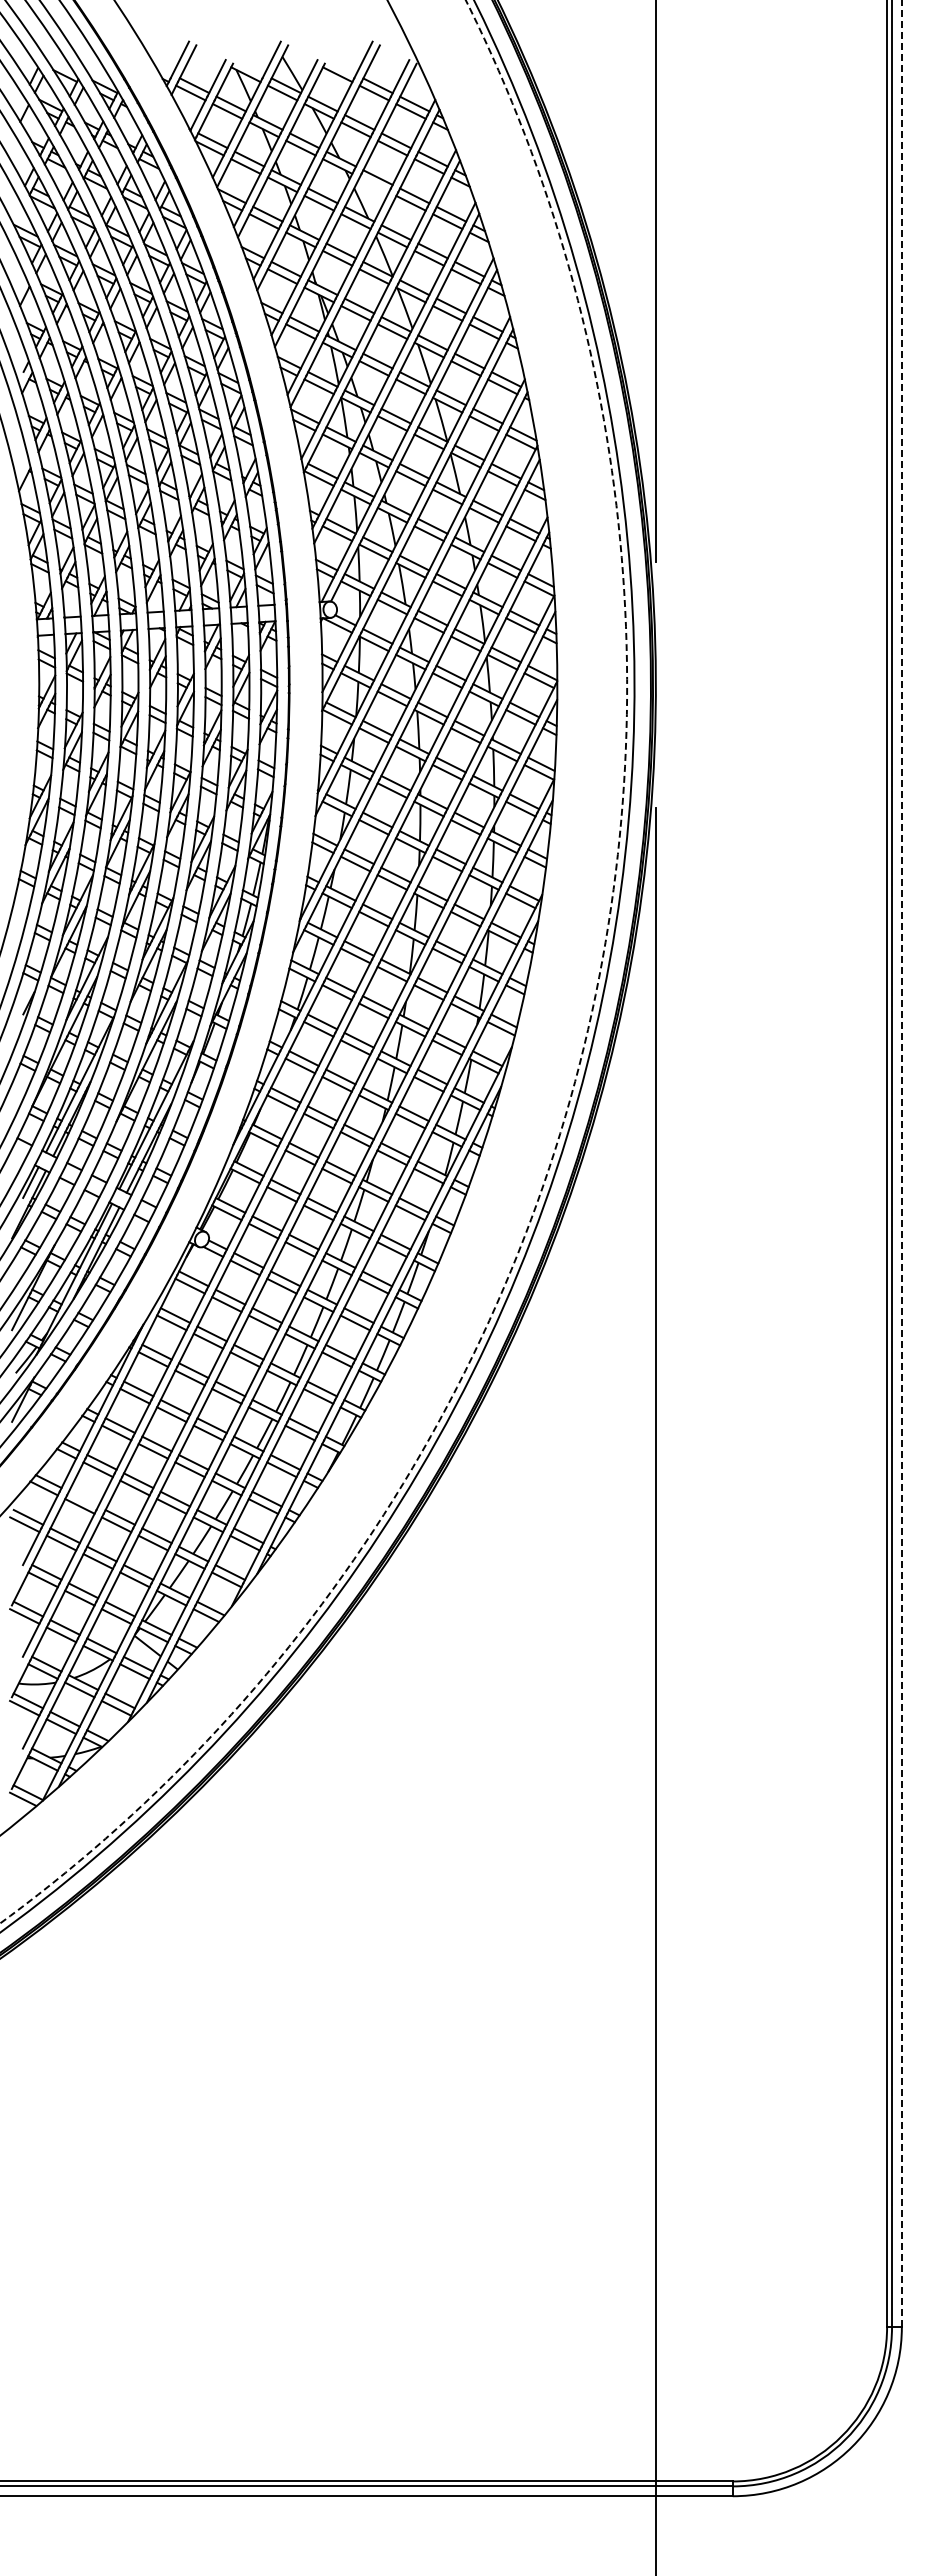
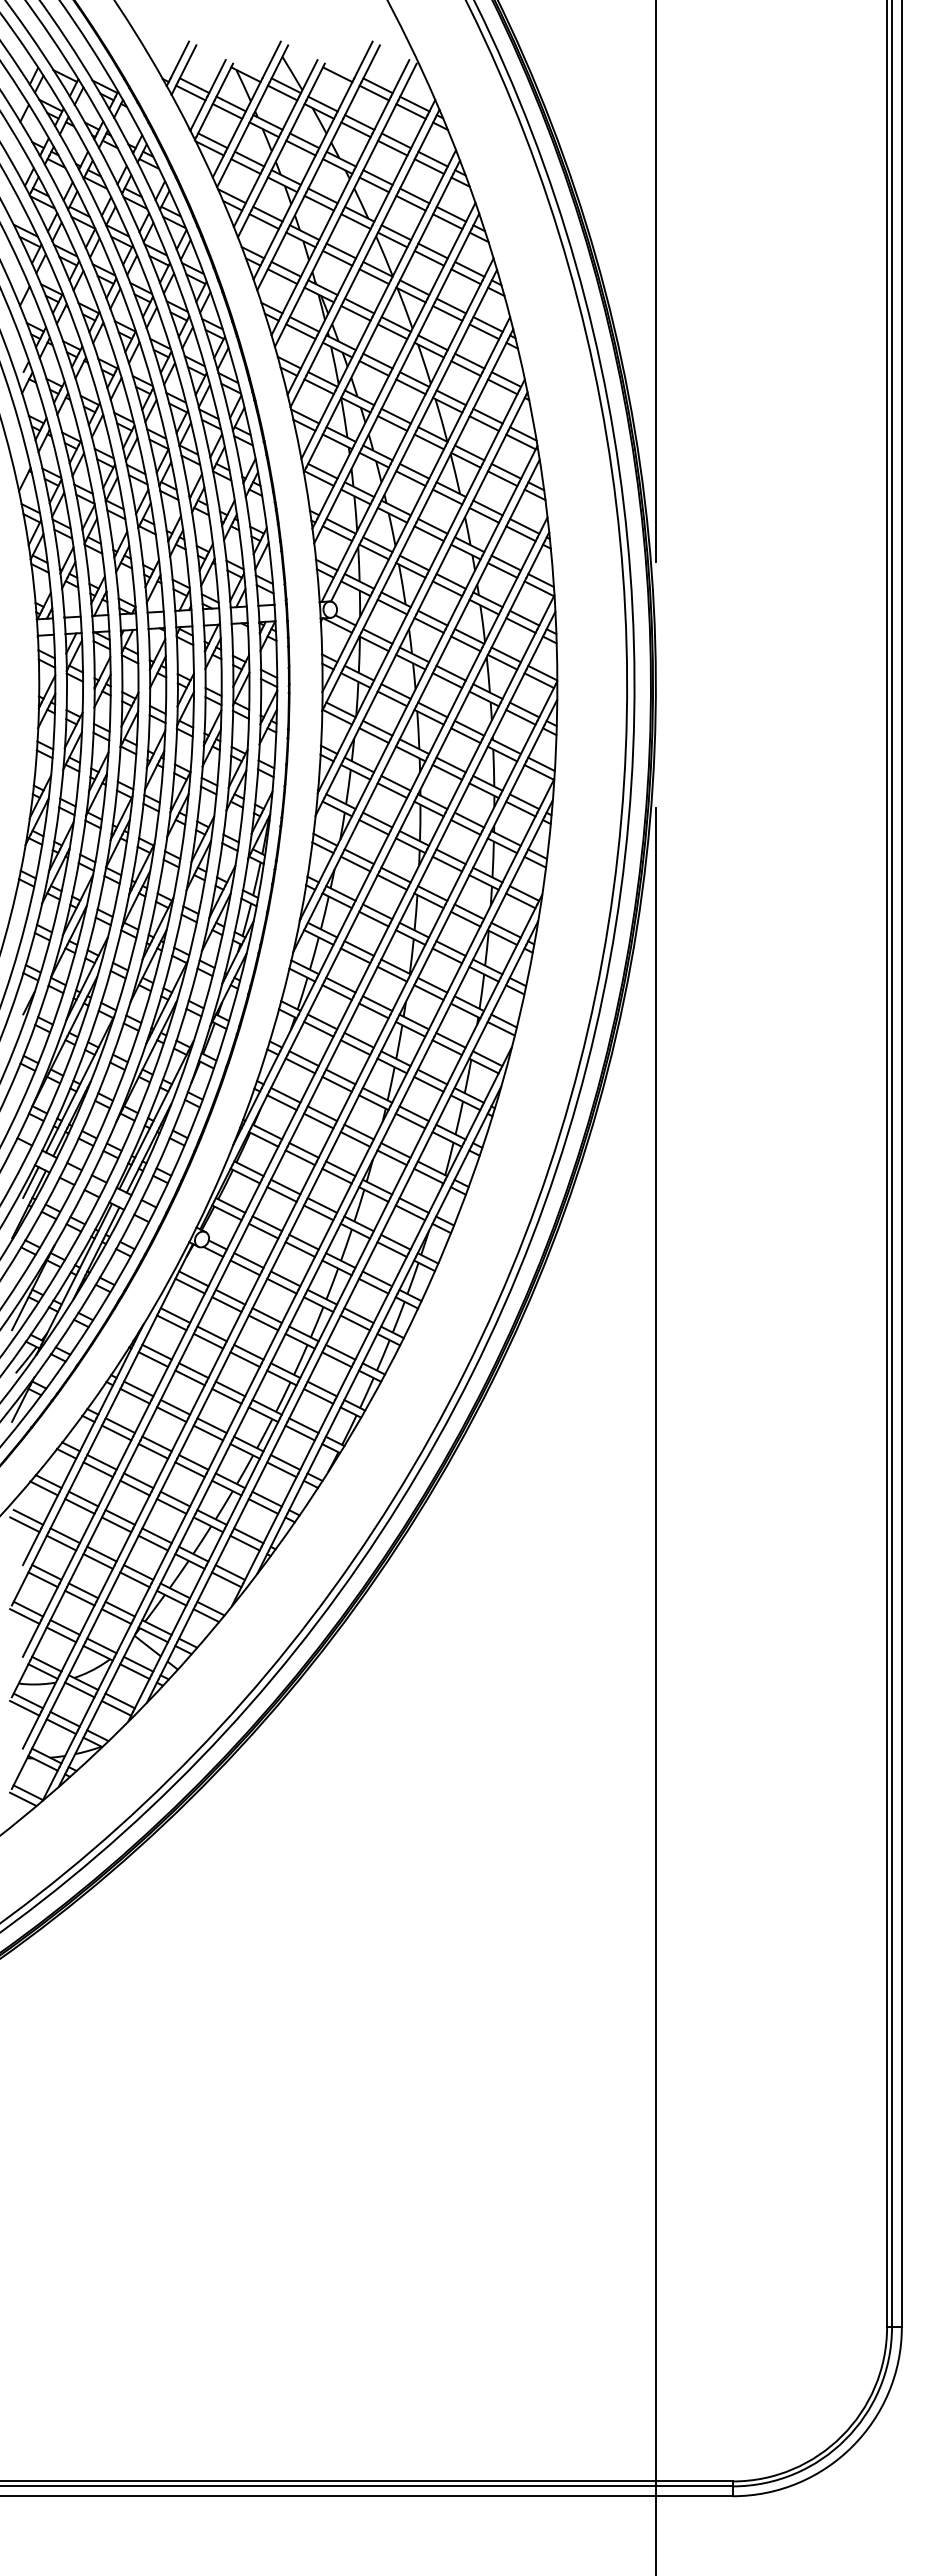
line at (374, 184): none -> present
arc at (583, 1047): dashed -> solid
line at (901, 1163): dashed -> solid
line at (83, 1498): none -> present
